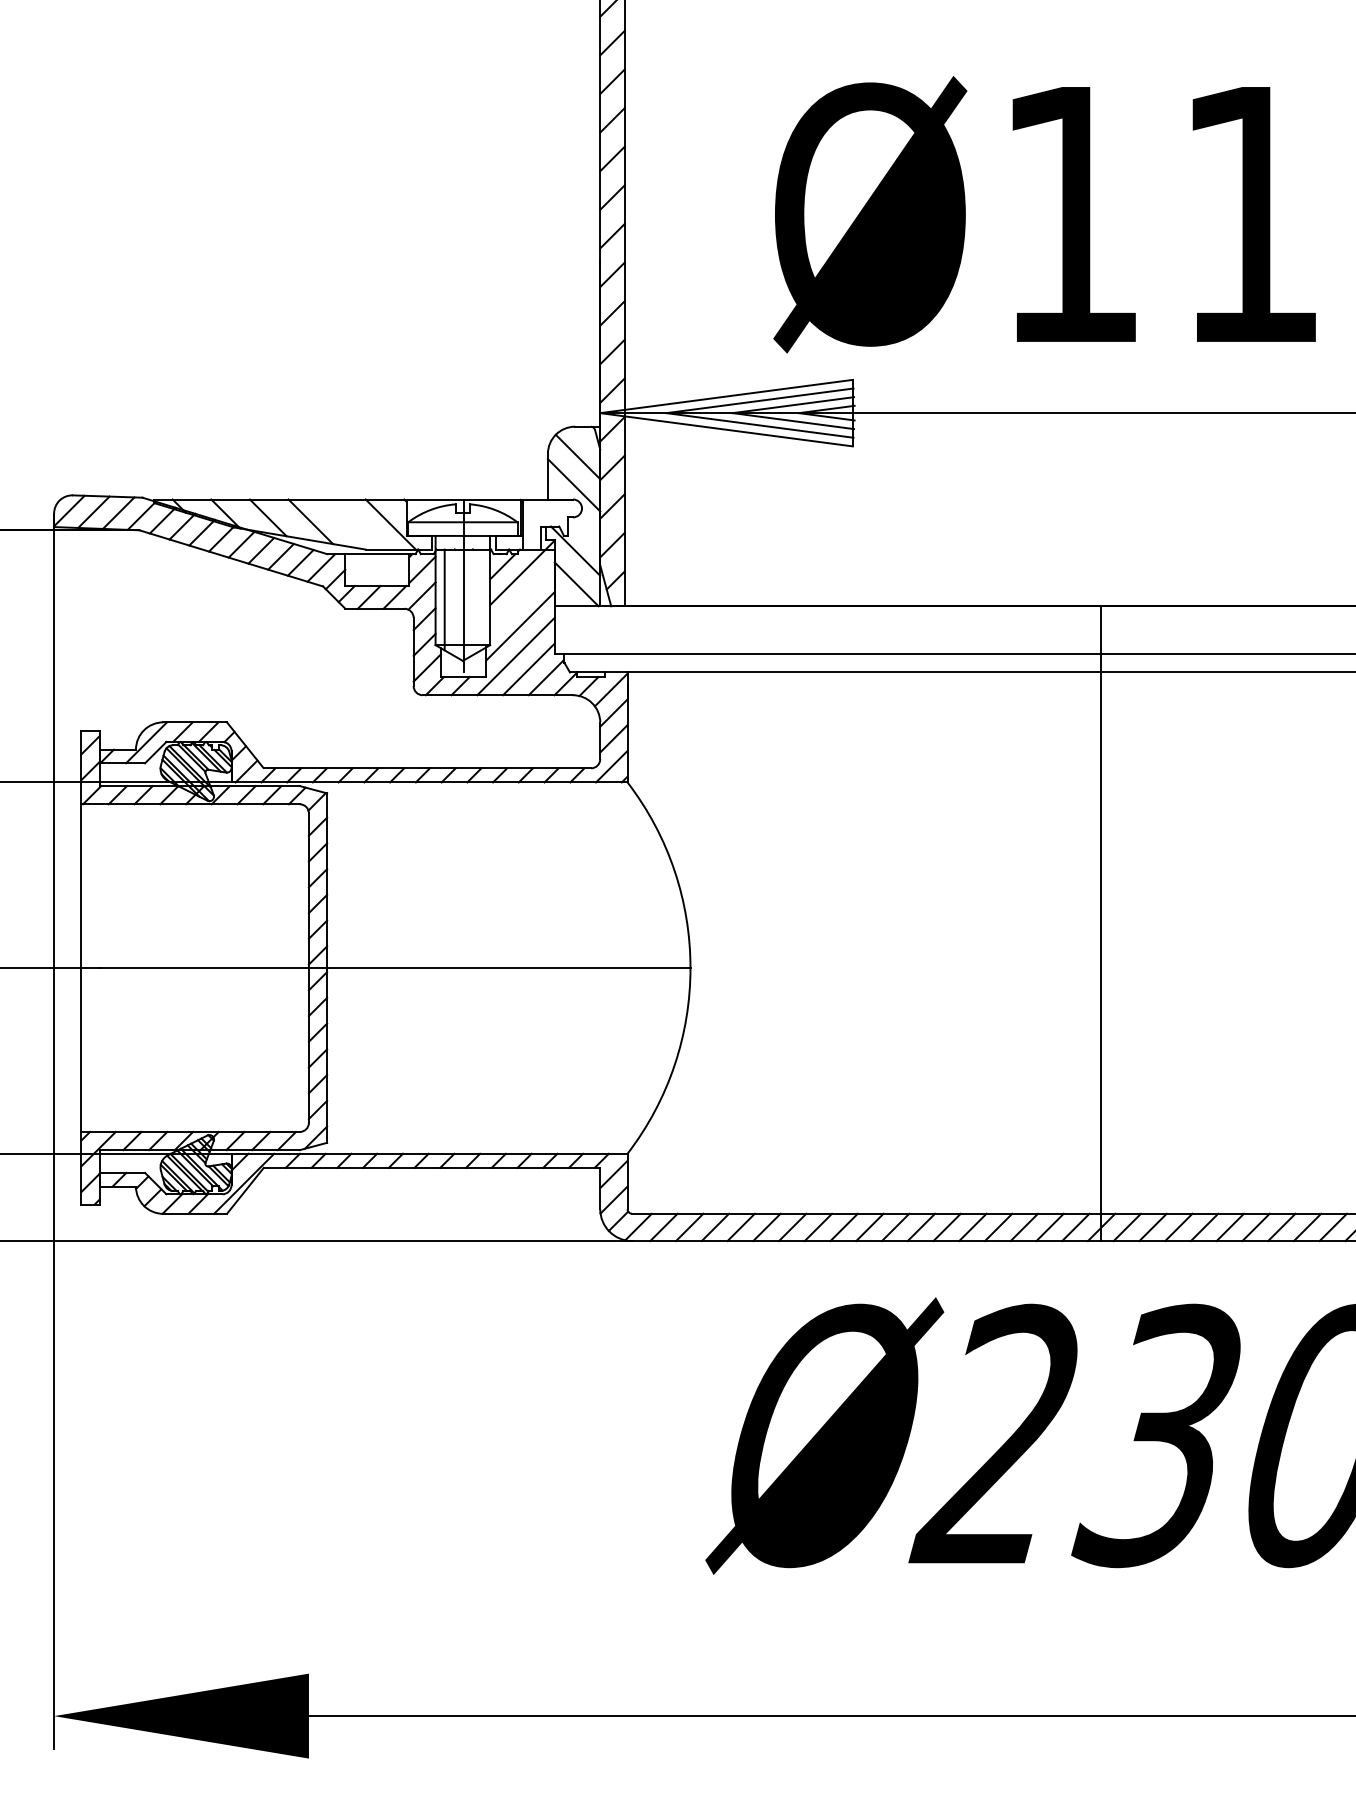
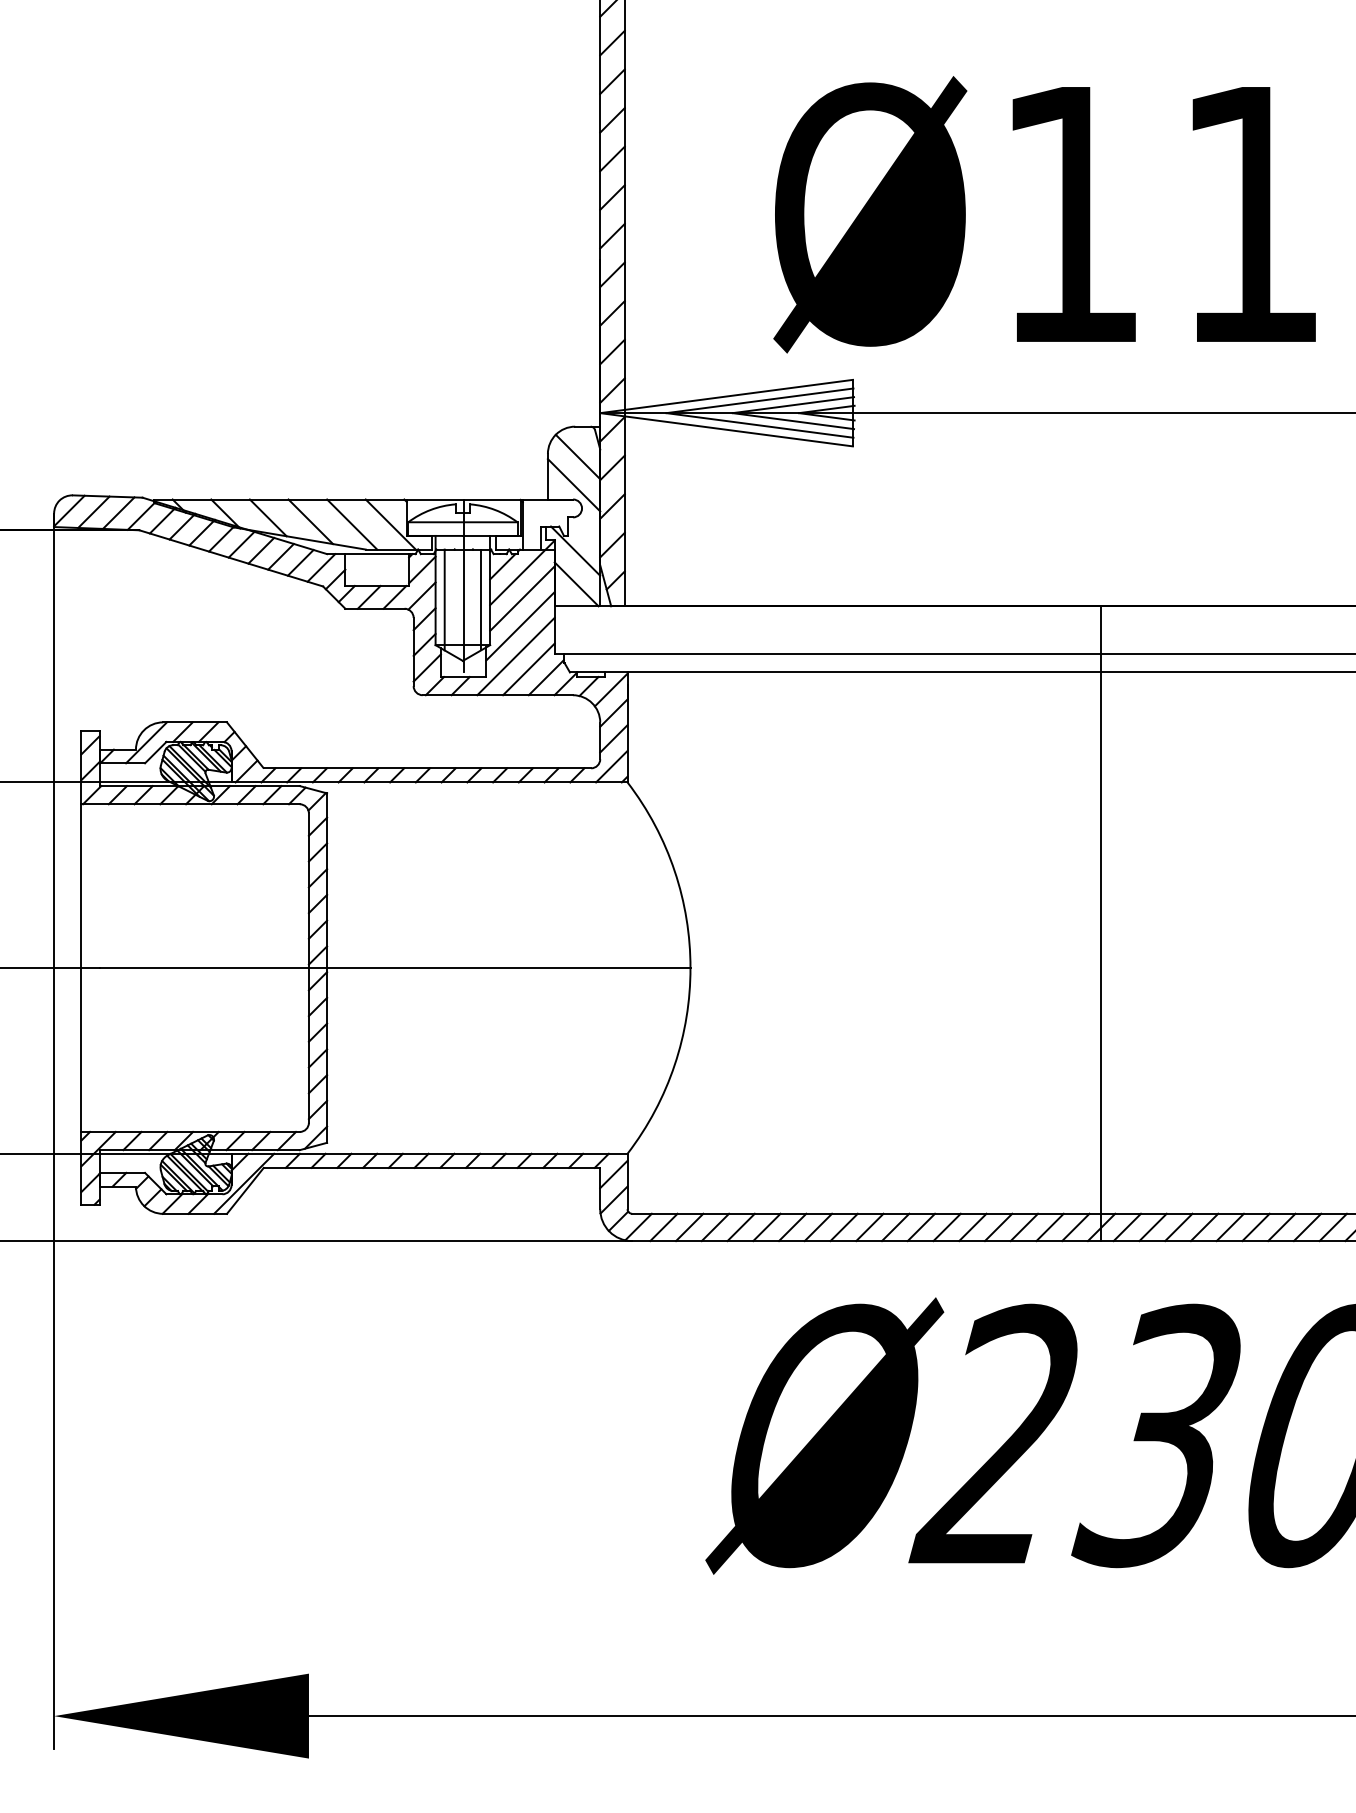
line at (352, 524): none -> present
line at (522, 598): none -> present
line at (481, 599): none -> present
